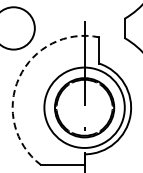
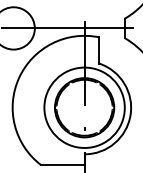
line at (70, 28): none -> present
arc at (19, 77): dashed -> solid
